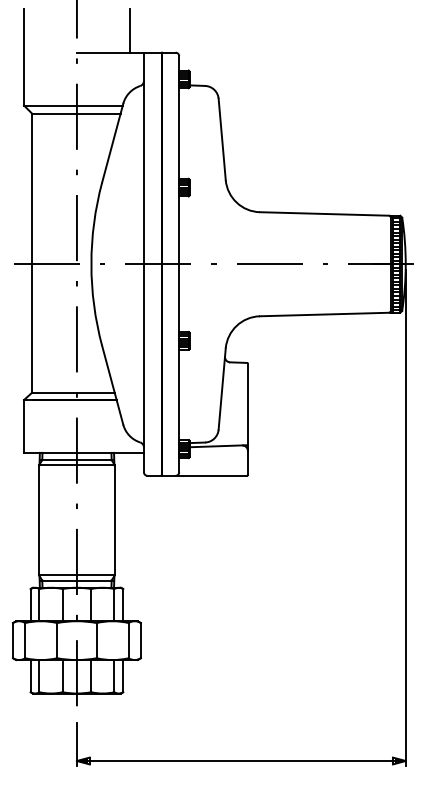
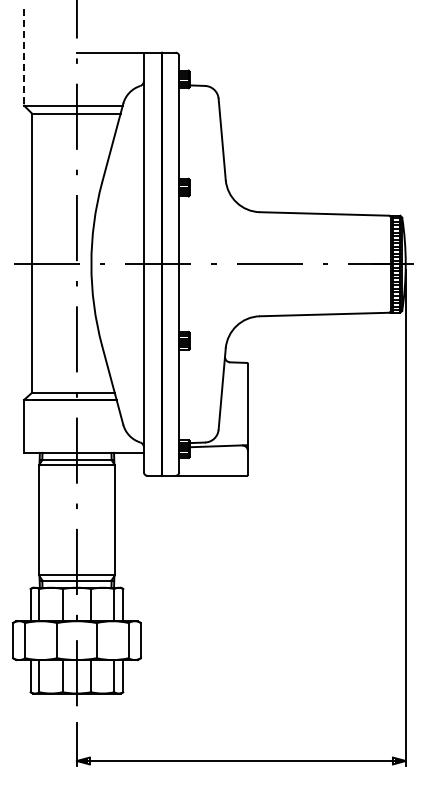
line at (129, 30): present -> none
line at (24, 57): solid -> dashed
